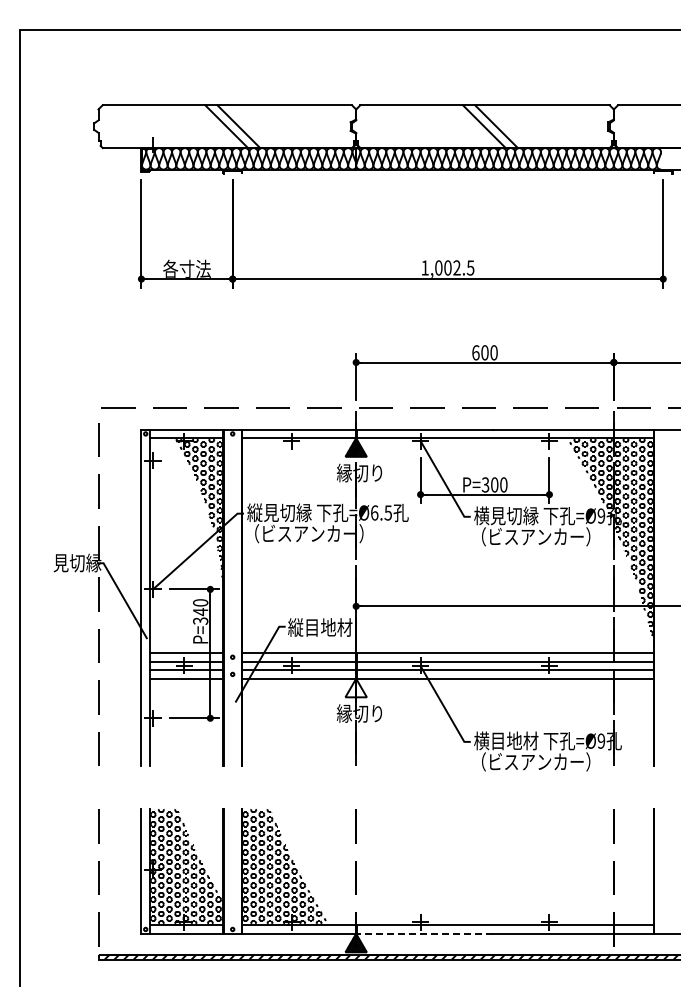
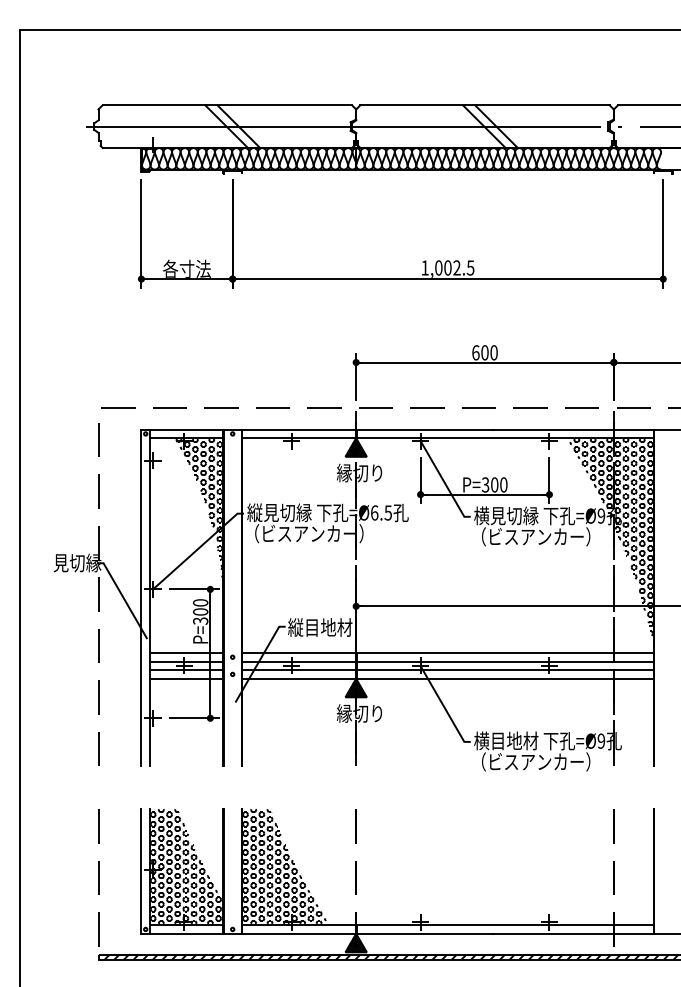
line at (381, 126): none -> present
text at (200, 612): P=340 -> P=300
hatch at (355, 688): none -> present
line at (424, 933): dashed -> solid
